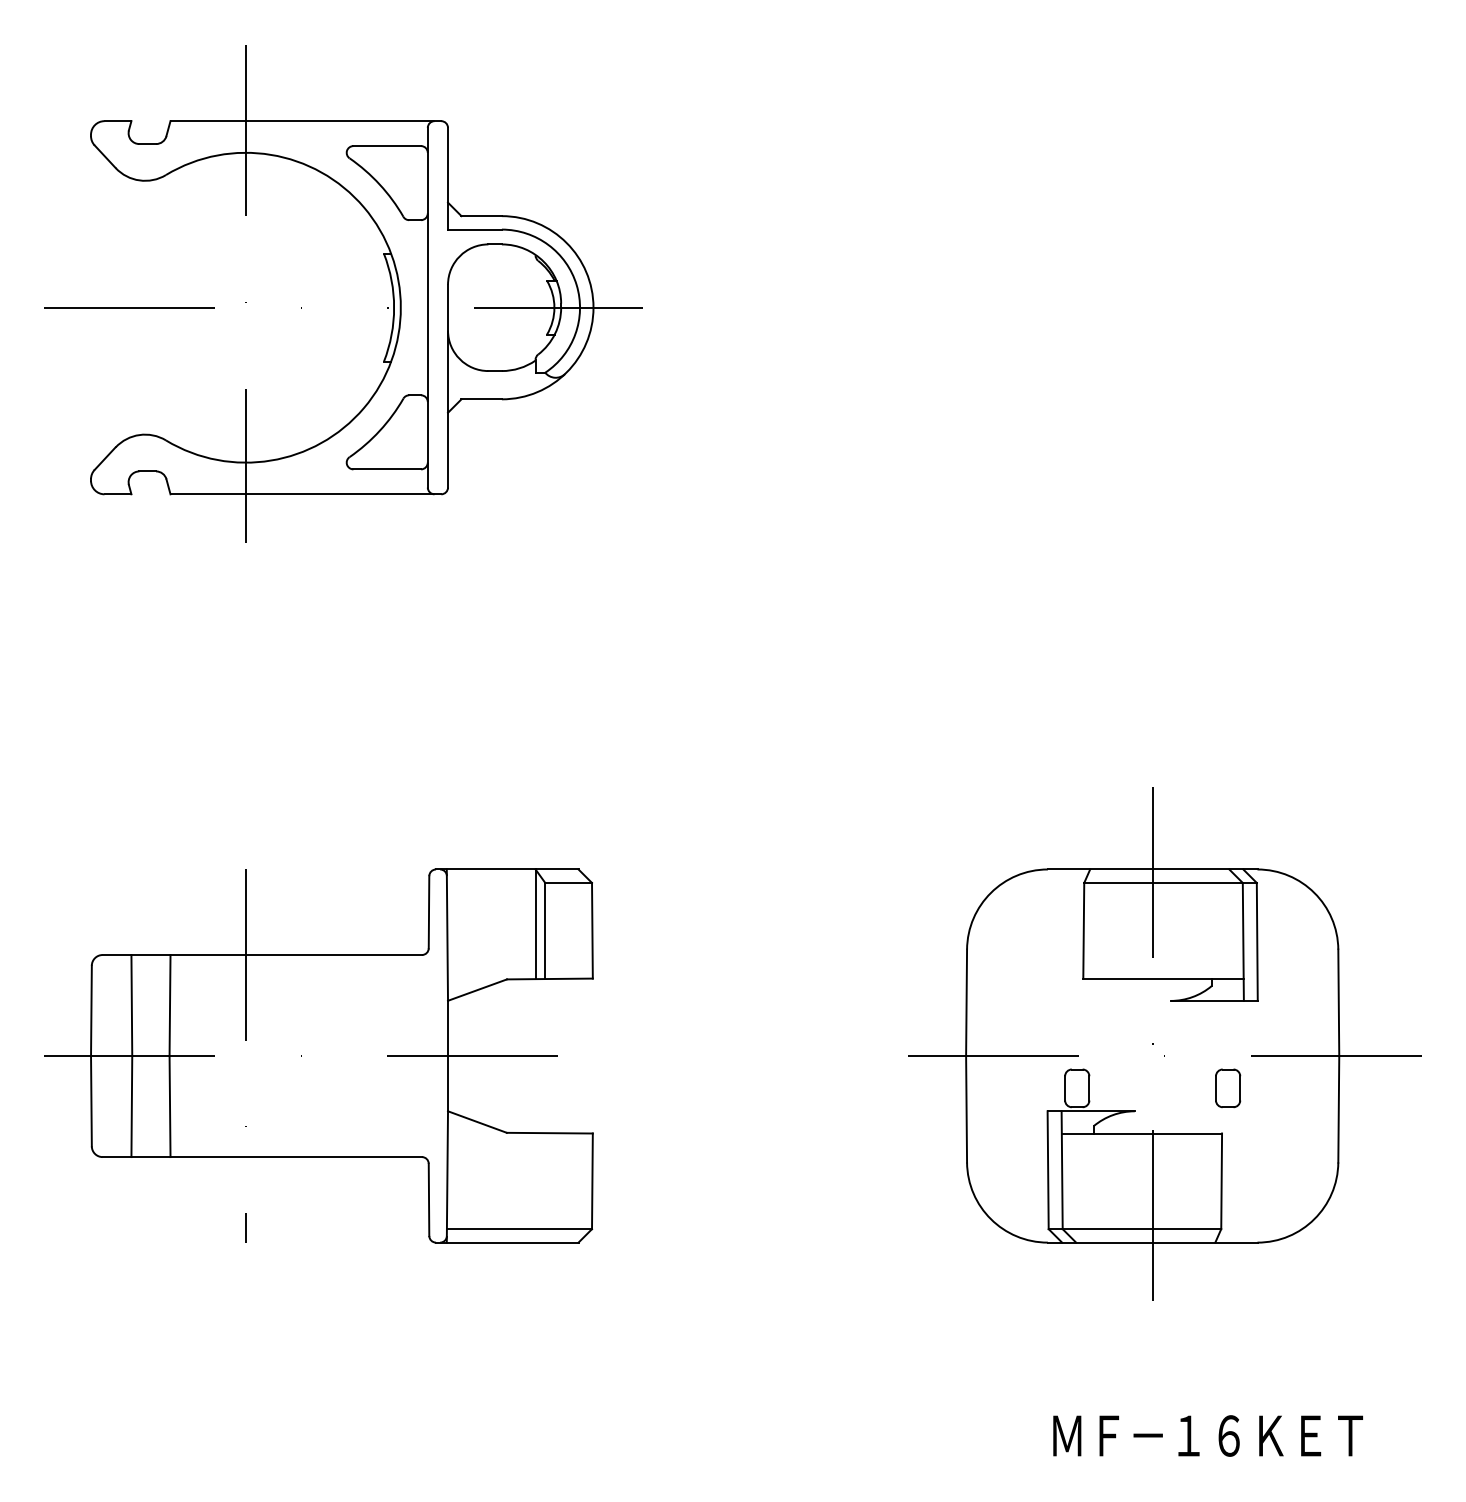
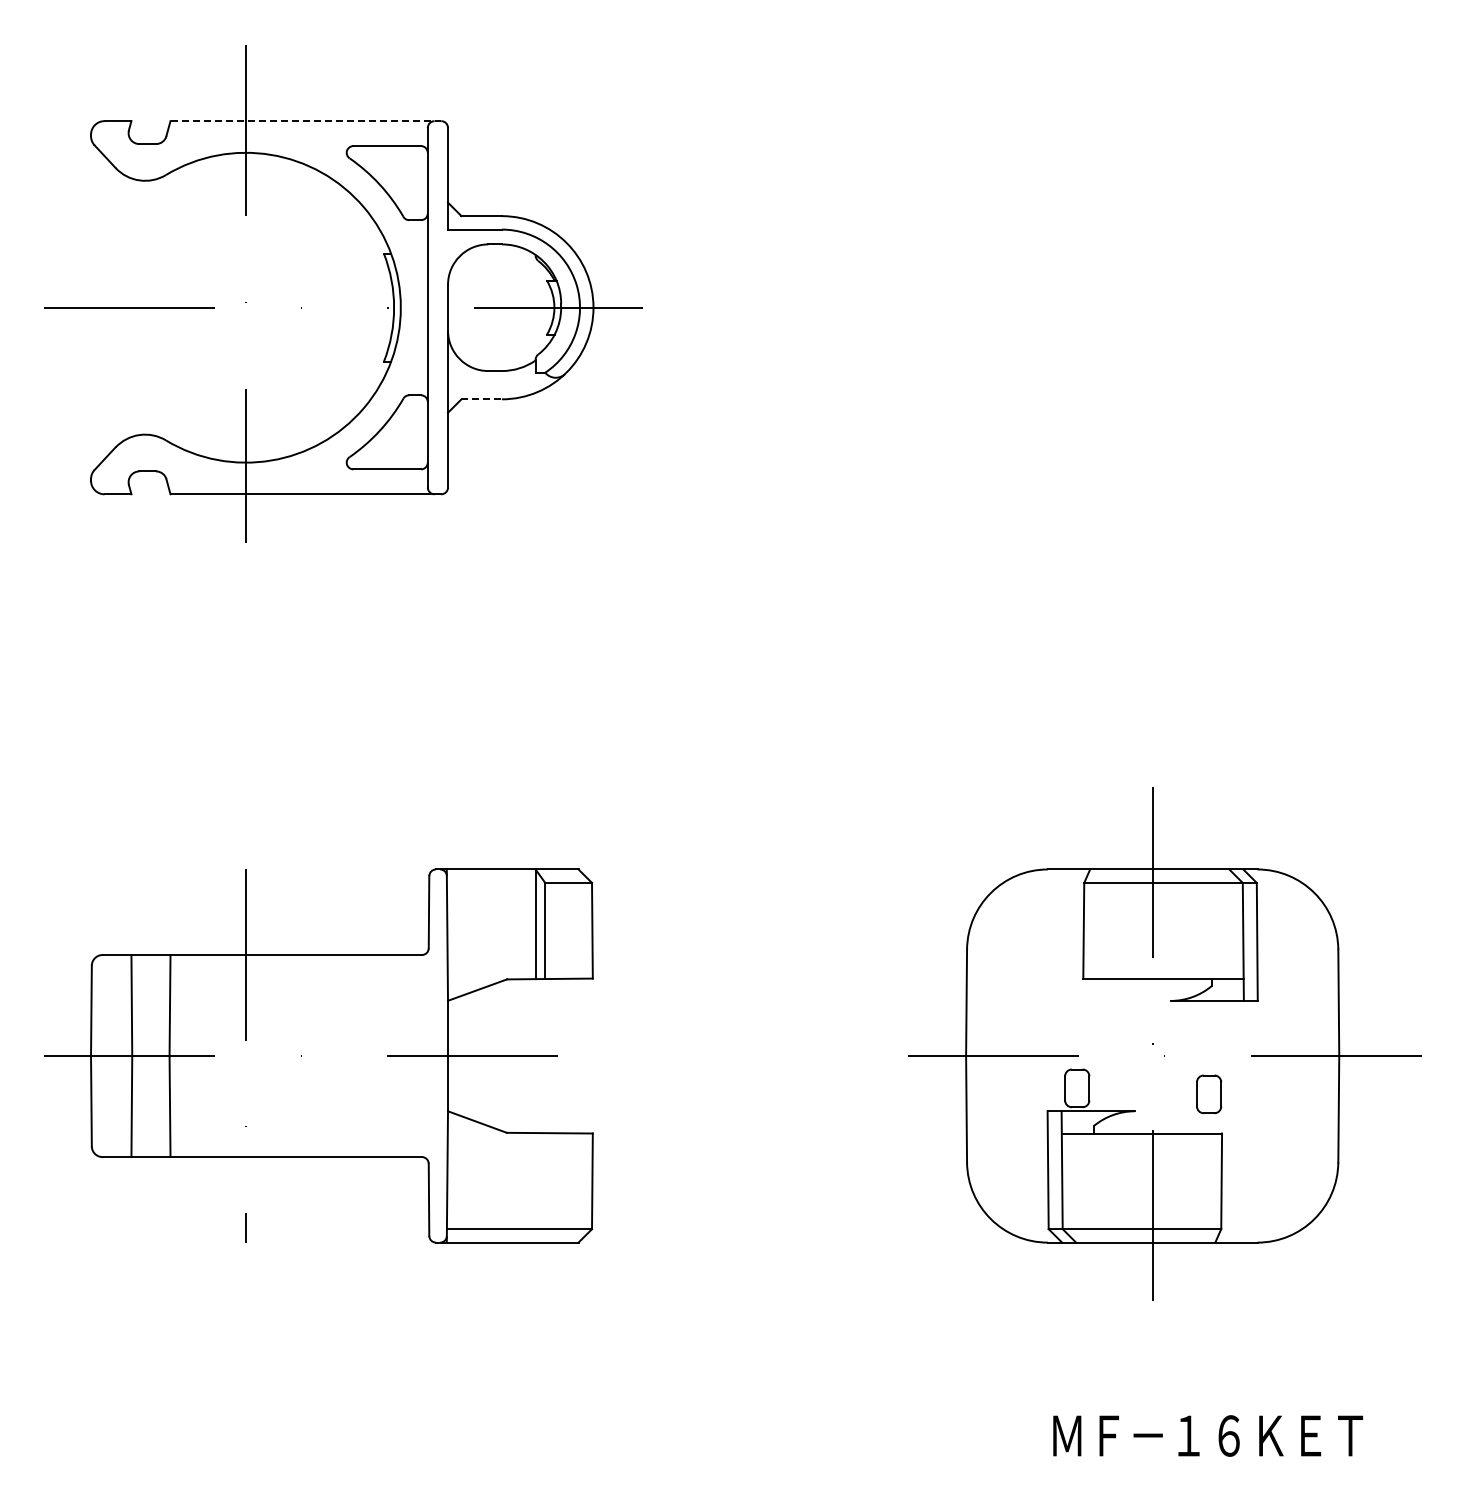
line at (306, 121): solid -> dashed
line at (482, 399): solid -> dashed
part at (1228, 1088) position: (1228, 1088) -> (1209, 1094)
